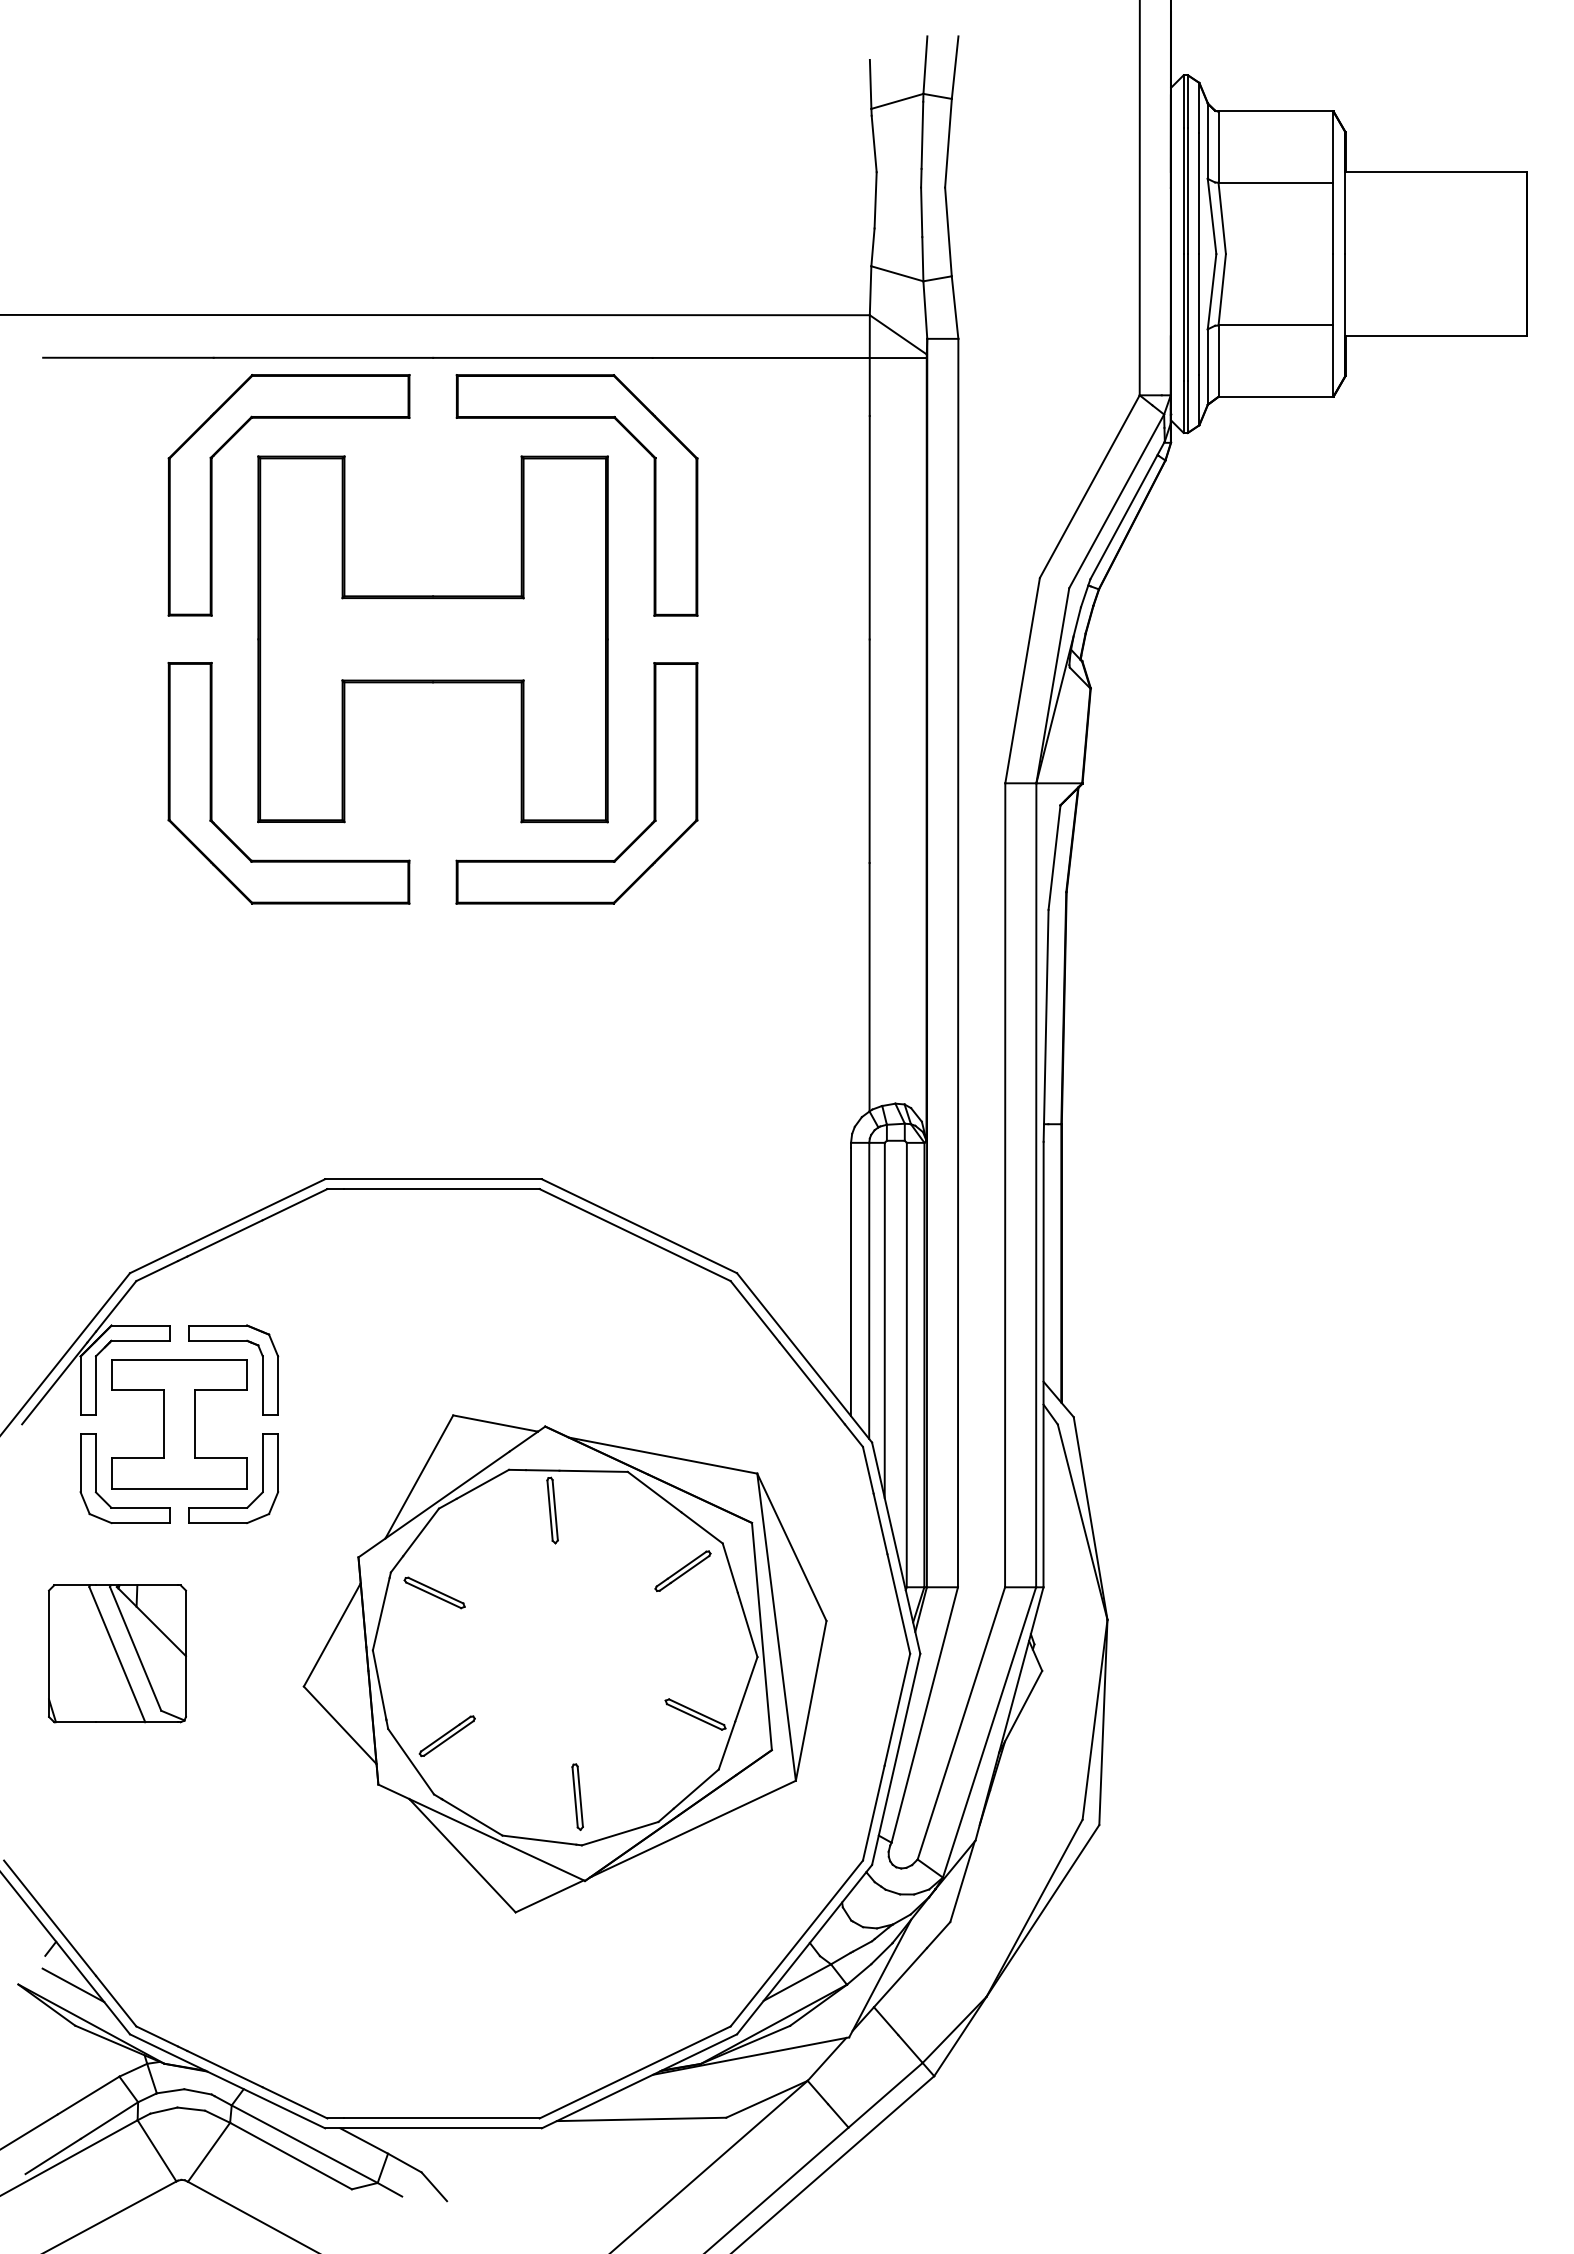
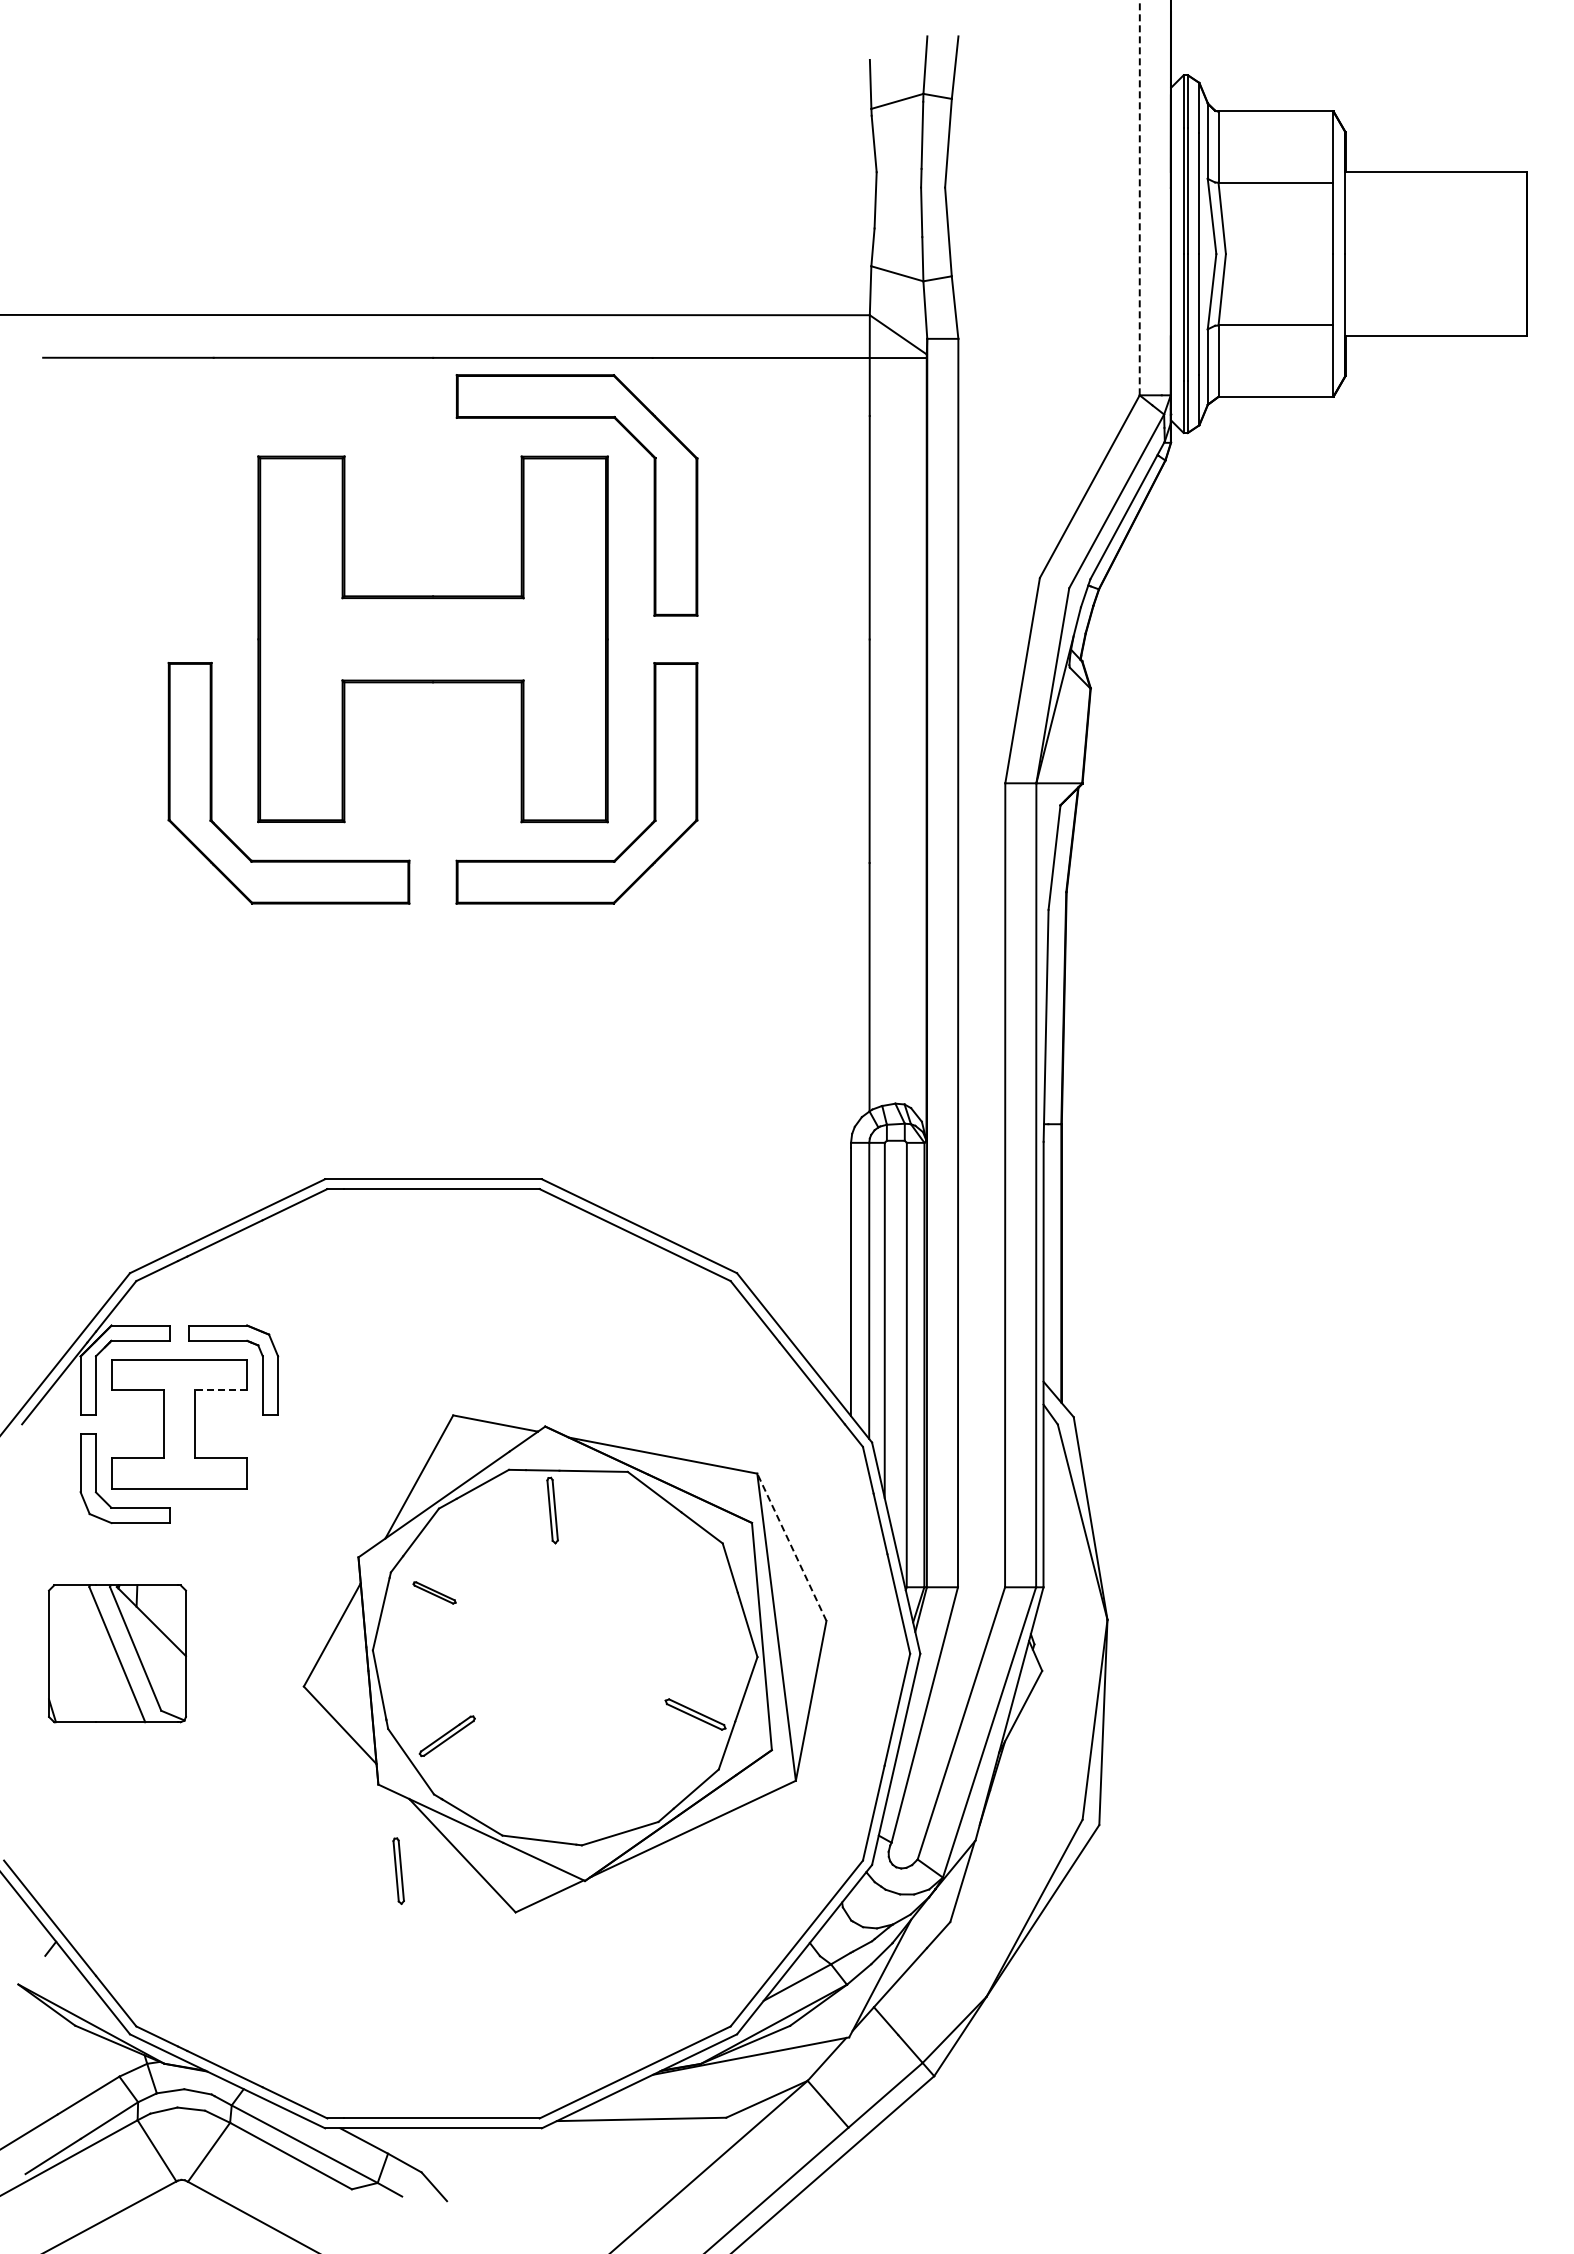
line at (1139, 197): solid -> dashed
part at (212, 495): present -> none
line at (220, 1390): solid -> dashed
part at (262, 1478): present -> none
line at (791, 1546): solid -> dashed
part at (682, 1570): present -> none
part at (434, 1592) size: 63x34 px -> 45x24 px
part at (577, 1796) position: (577, 1796) -> (398, 1870)
line at (73, 1985): present -> none
